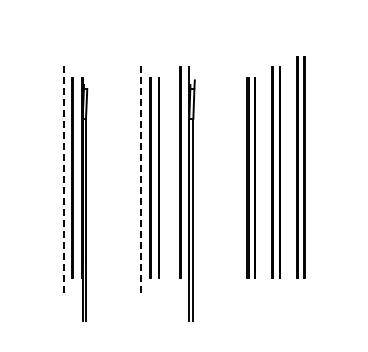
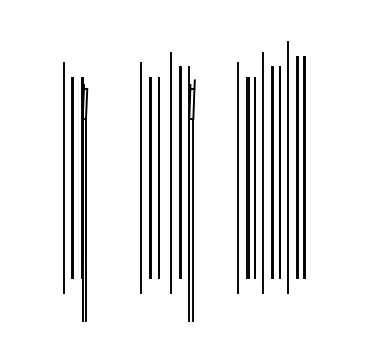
line at (287, 167): none -> present
line at (170, 172): none -> present
line at (262, 172): none -> present
line at (63, 177): dashed -> solid
line at (140, 177): dashed -> solid
line at (238, 177): none -> present
